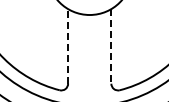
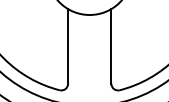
line at (68, 45): dashed -> solid
line at (111, 46): dashed -> solid
